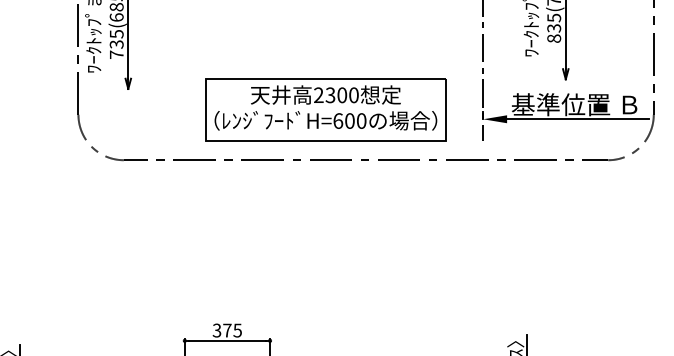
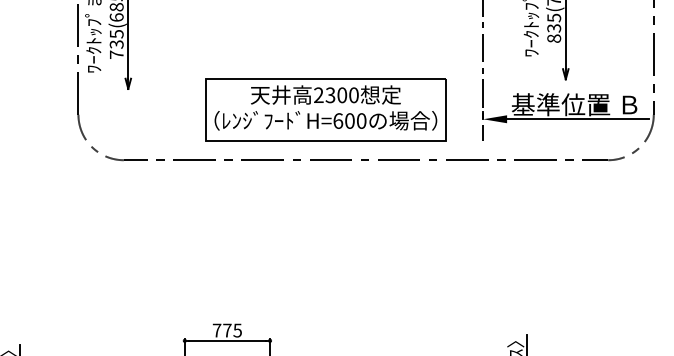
text at (216, 330): 375 -> 775
